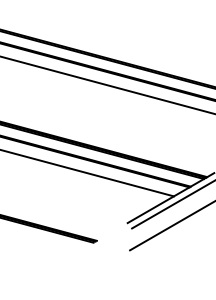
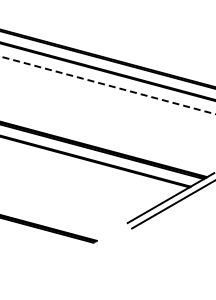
line at (108, 85): solid -> dashed
line at (87, 173): present -> none
line at (171, 226): present -> none
